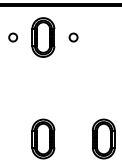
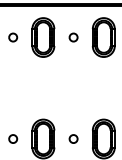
part at (103, 37): none -> present
circle at (13, 138): none -> present
circle at (73, 138): none -> present
